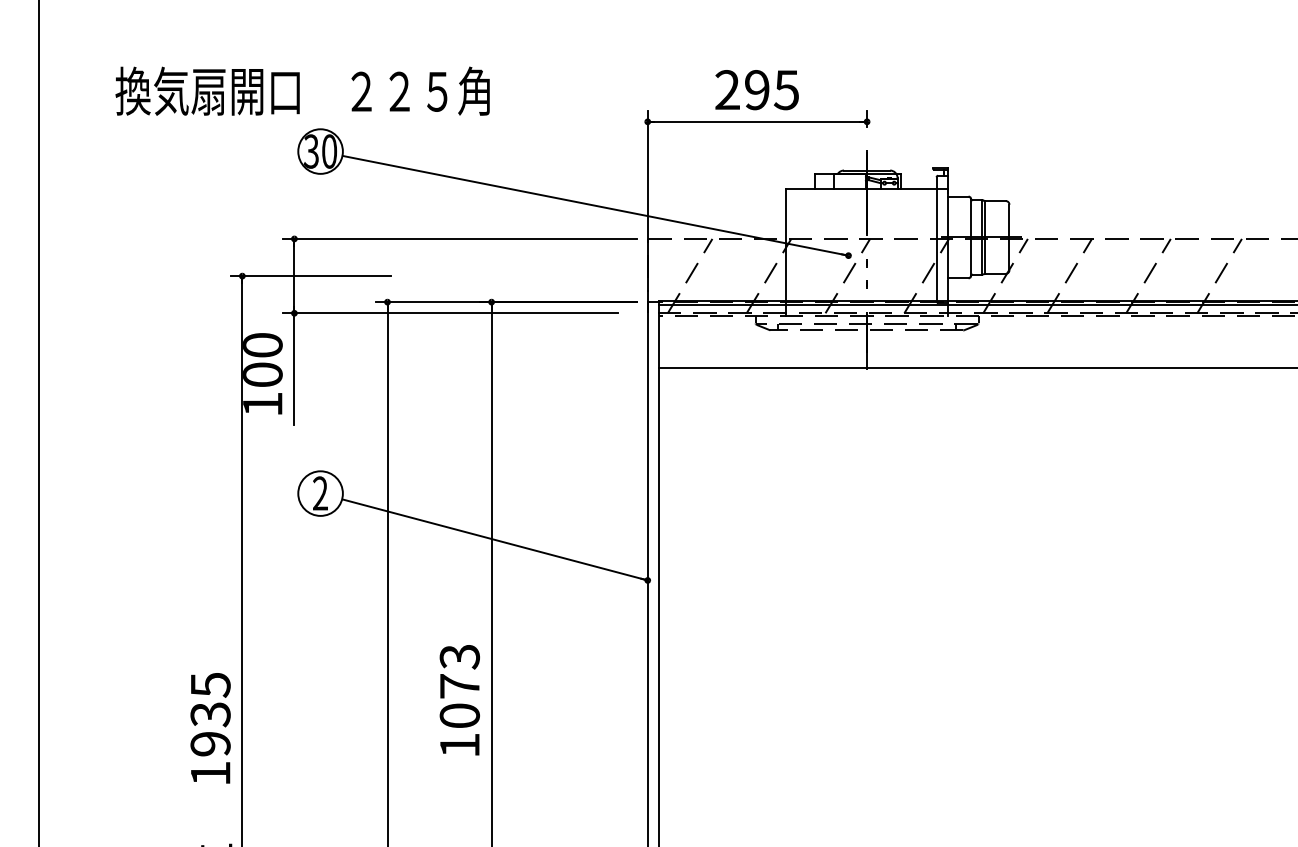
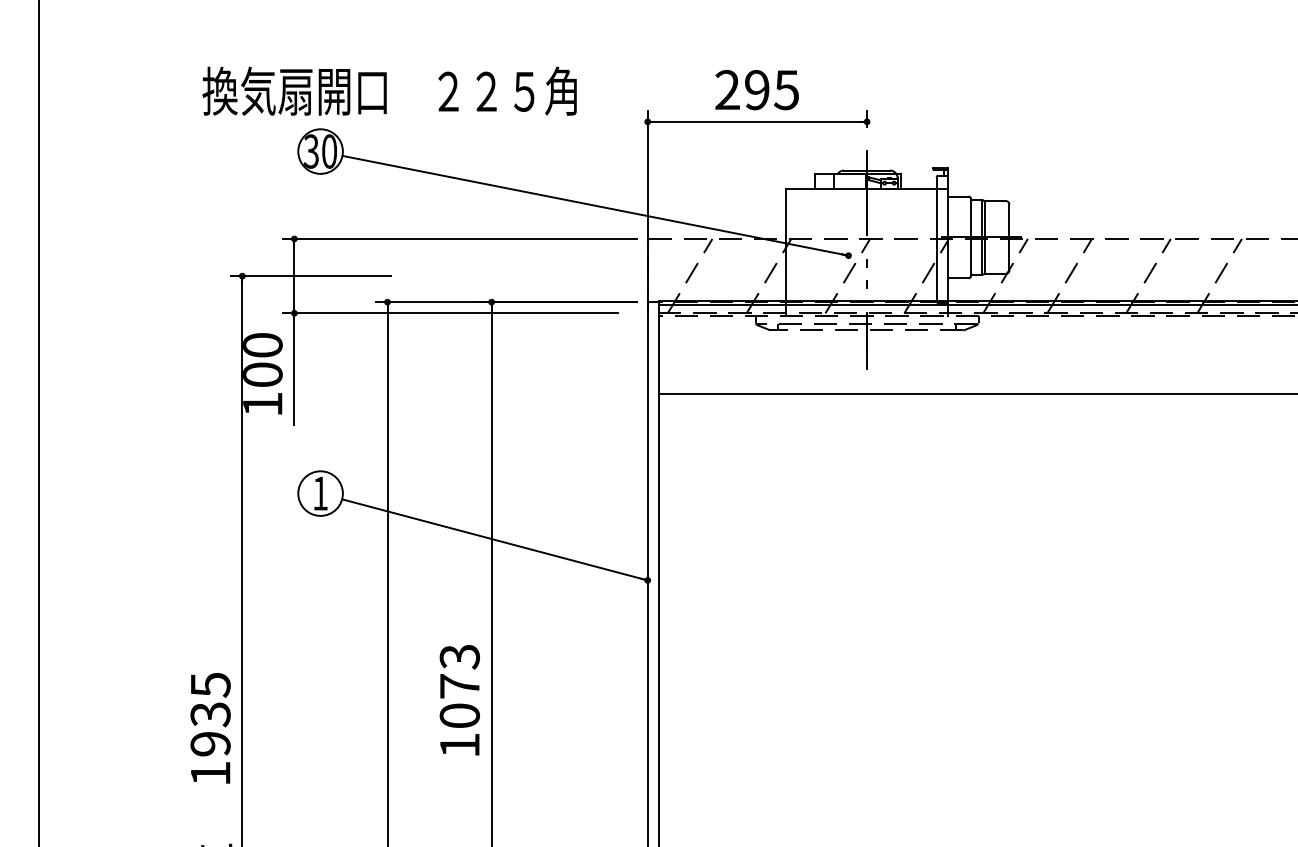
text at (302, 90) position: (302, 90) -> (389, 90)
line at (976, 367) position: (976, 367) -> (976, 393)
text at (320, 493): 2 -> 1
